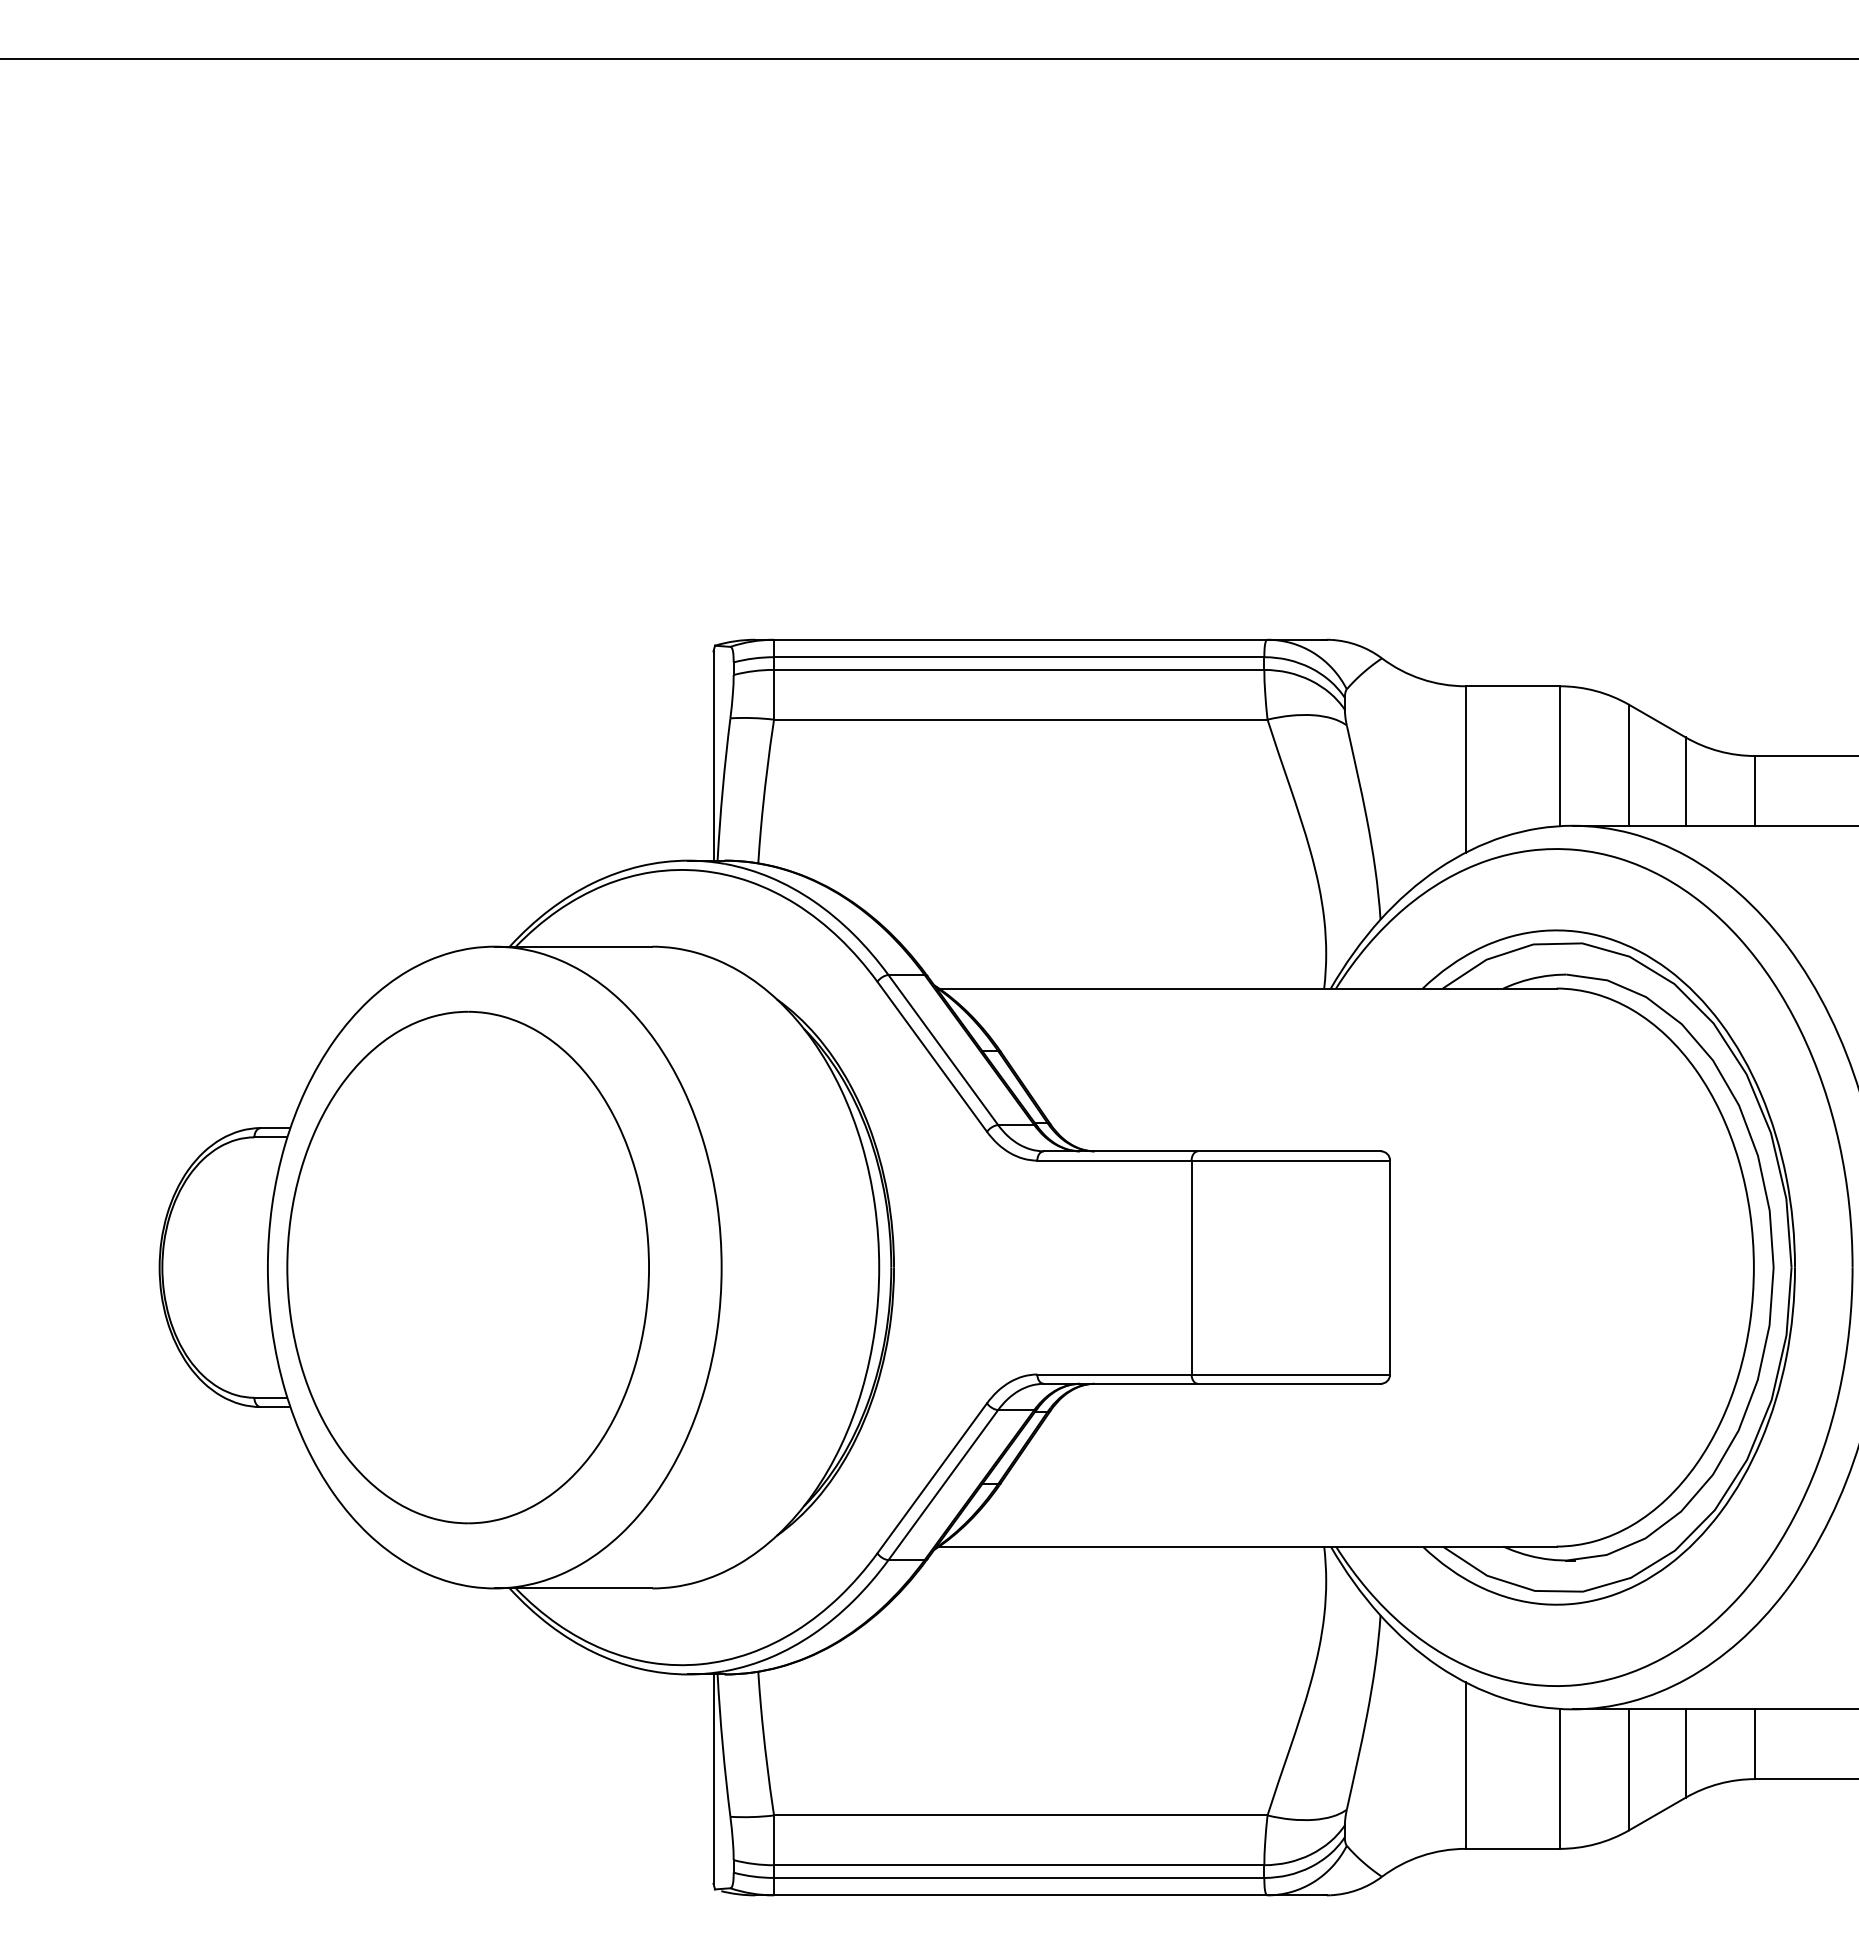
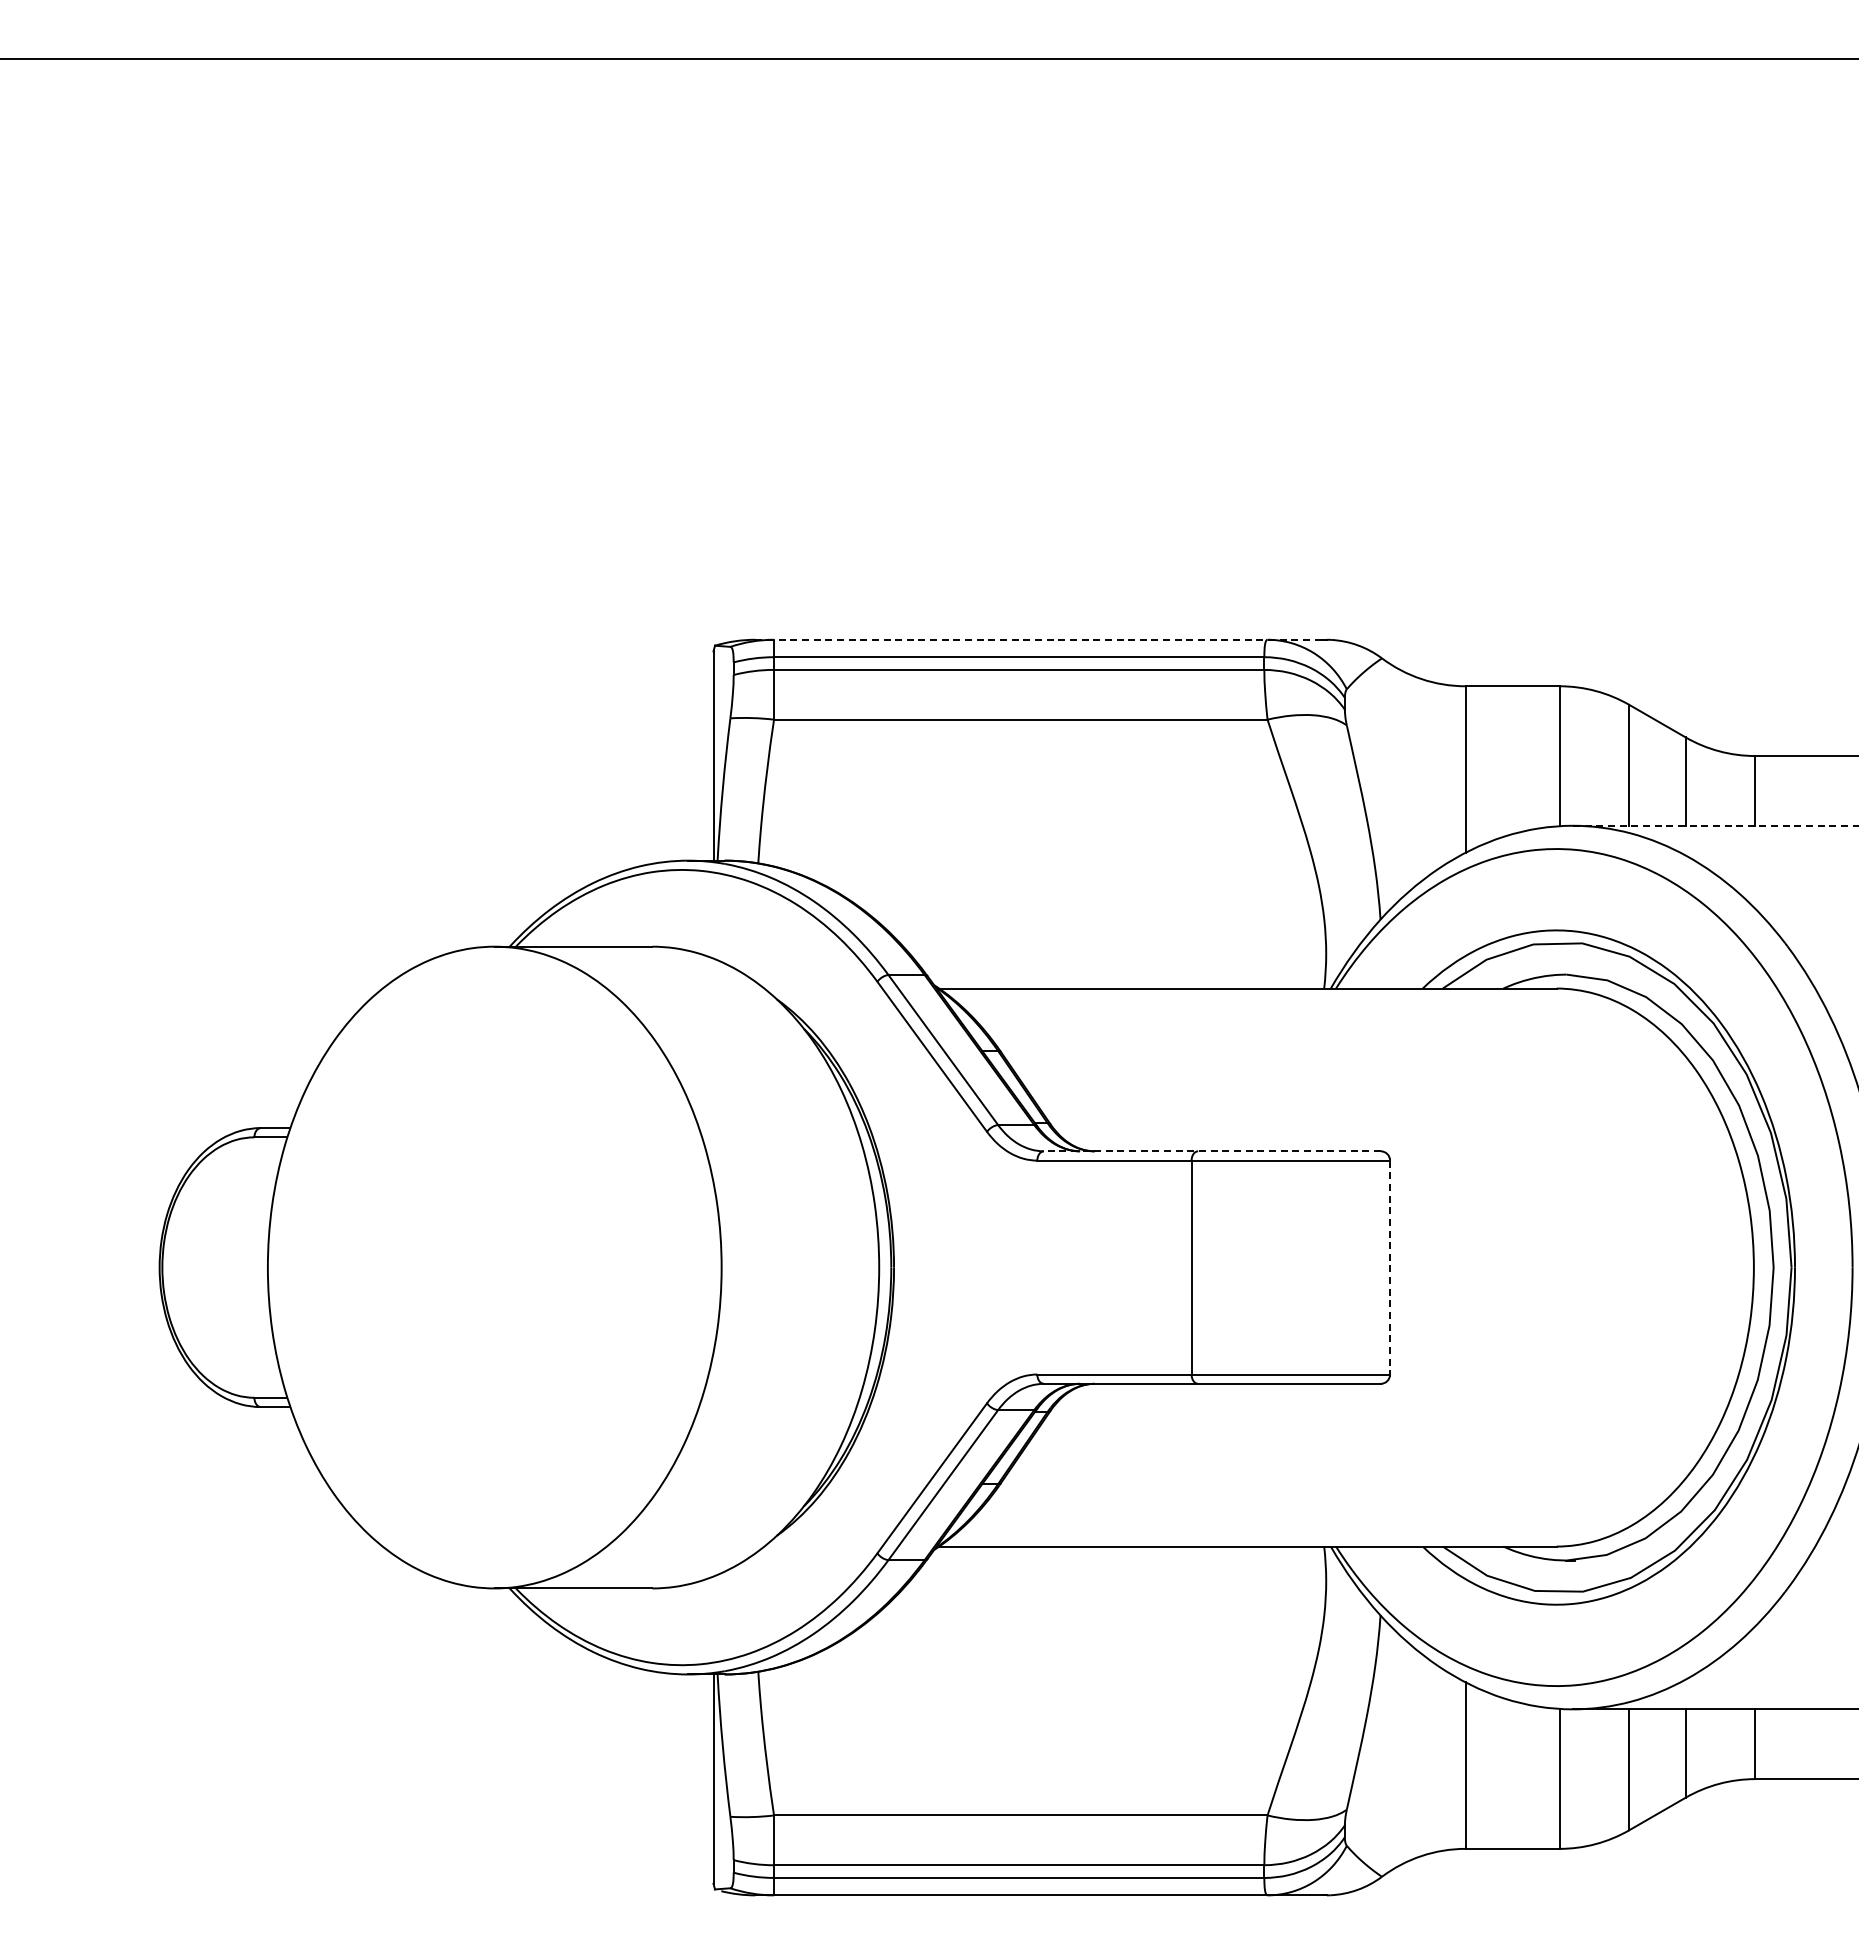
line at (1041, 639): solid -> dashed
line at (1716, 825): solid -> dashed
line at (1211, 1151): solid -> dashed
part at (467, 1267): present -> none
line at (1390, 1267): solid -> dashed
